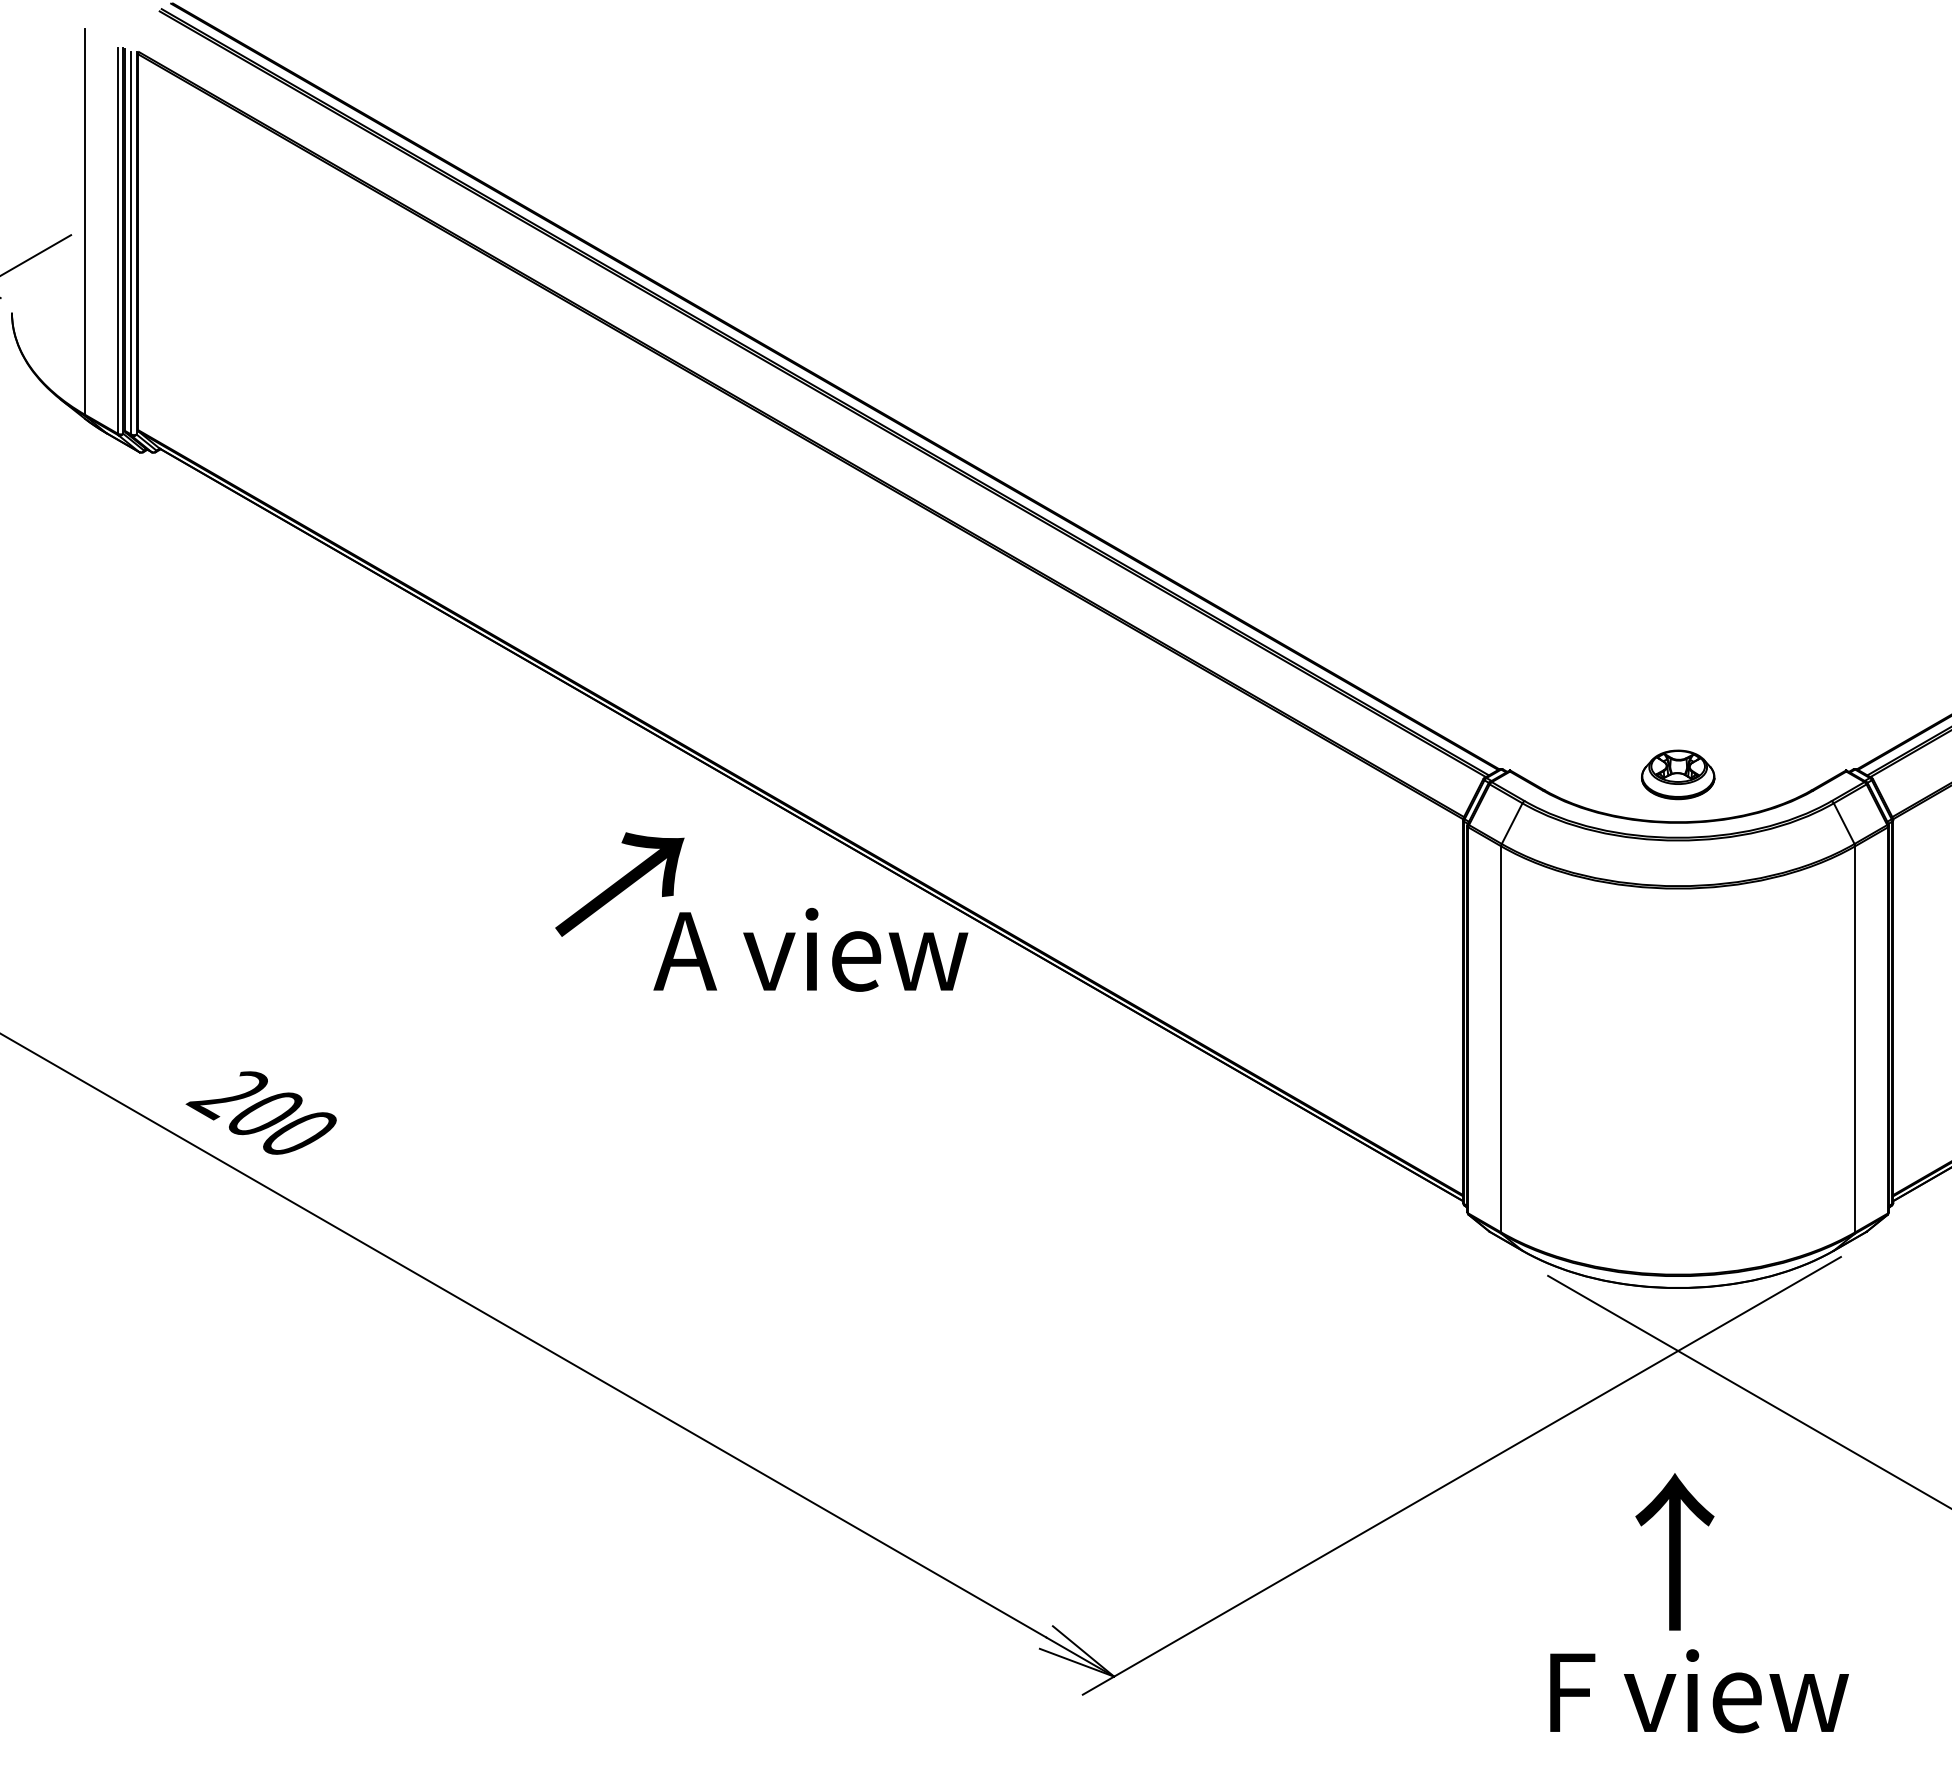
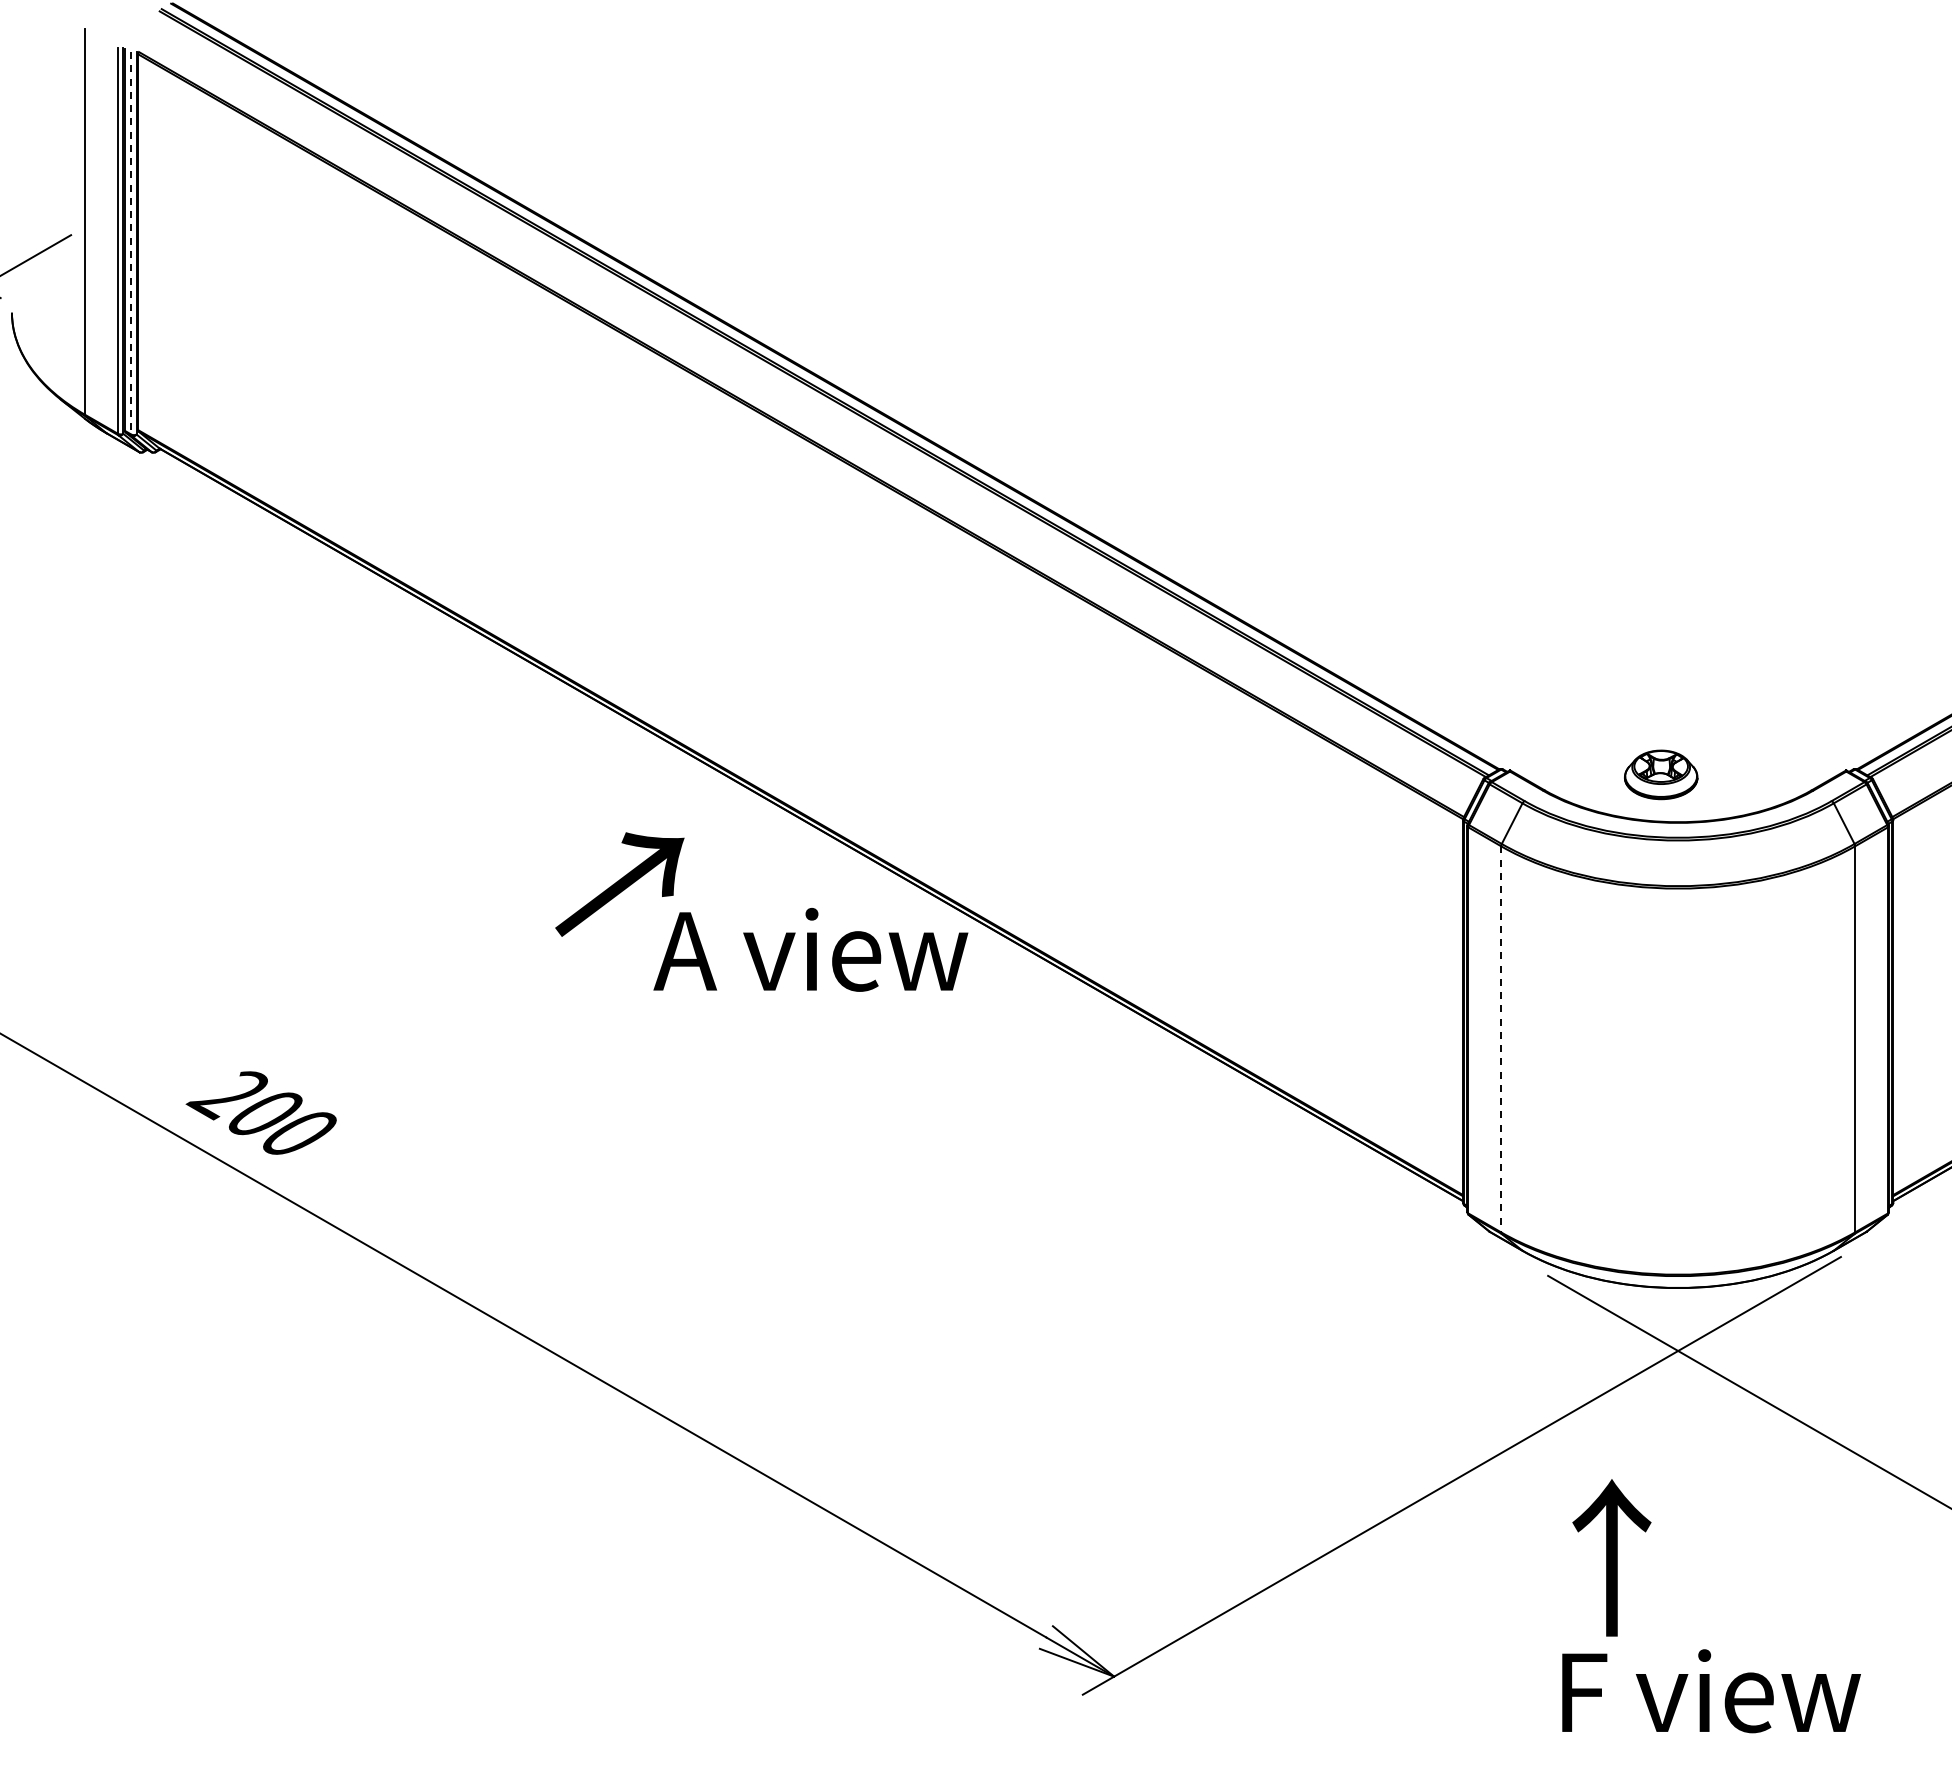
line at (131, 243): solid -> dashed
part at (1678, 774) position: (1678, 774) -> (1661, 774)
line at (1501, 1039): solid -> dashed
text at (1674, 1551) position: (1674, 1551) -> (1611, 1557)
text at (1699, 1691) position: (1699, 1691) -> (1711, 1691)
